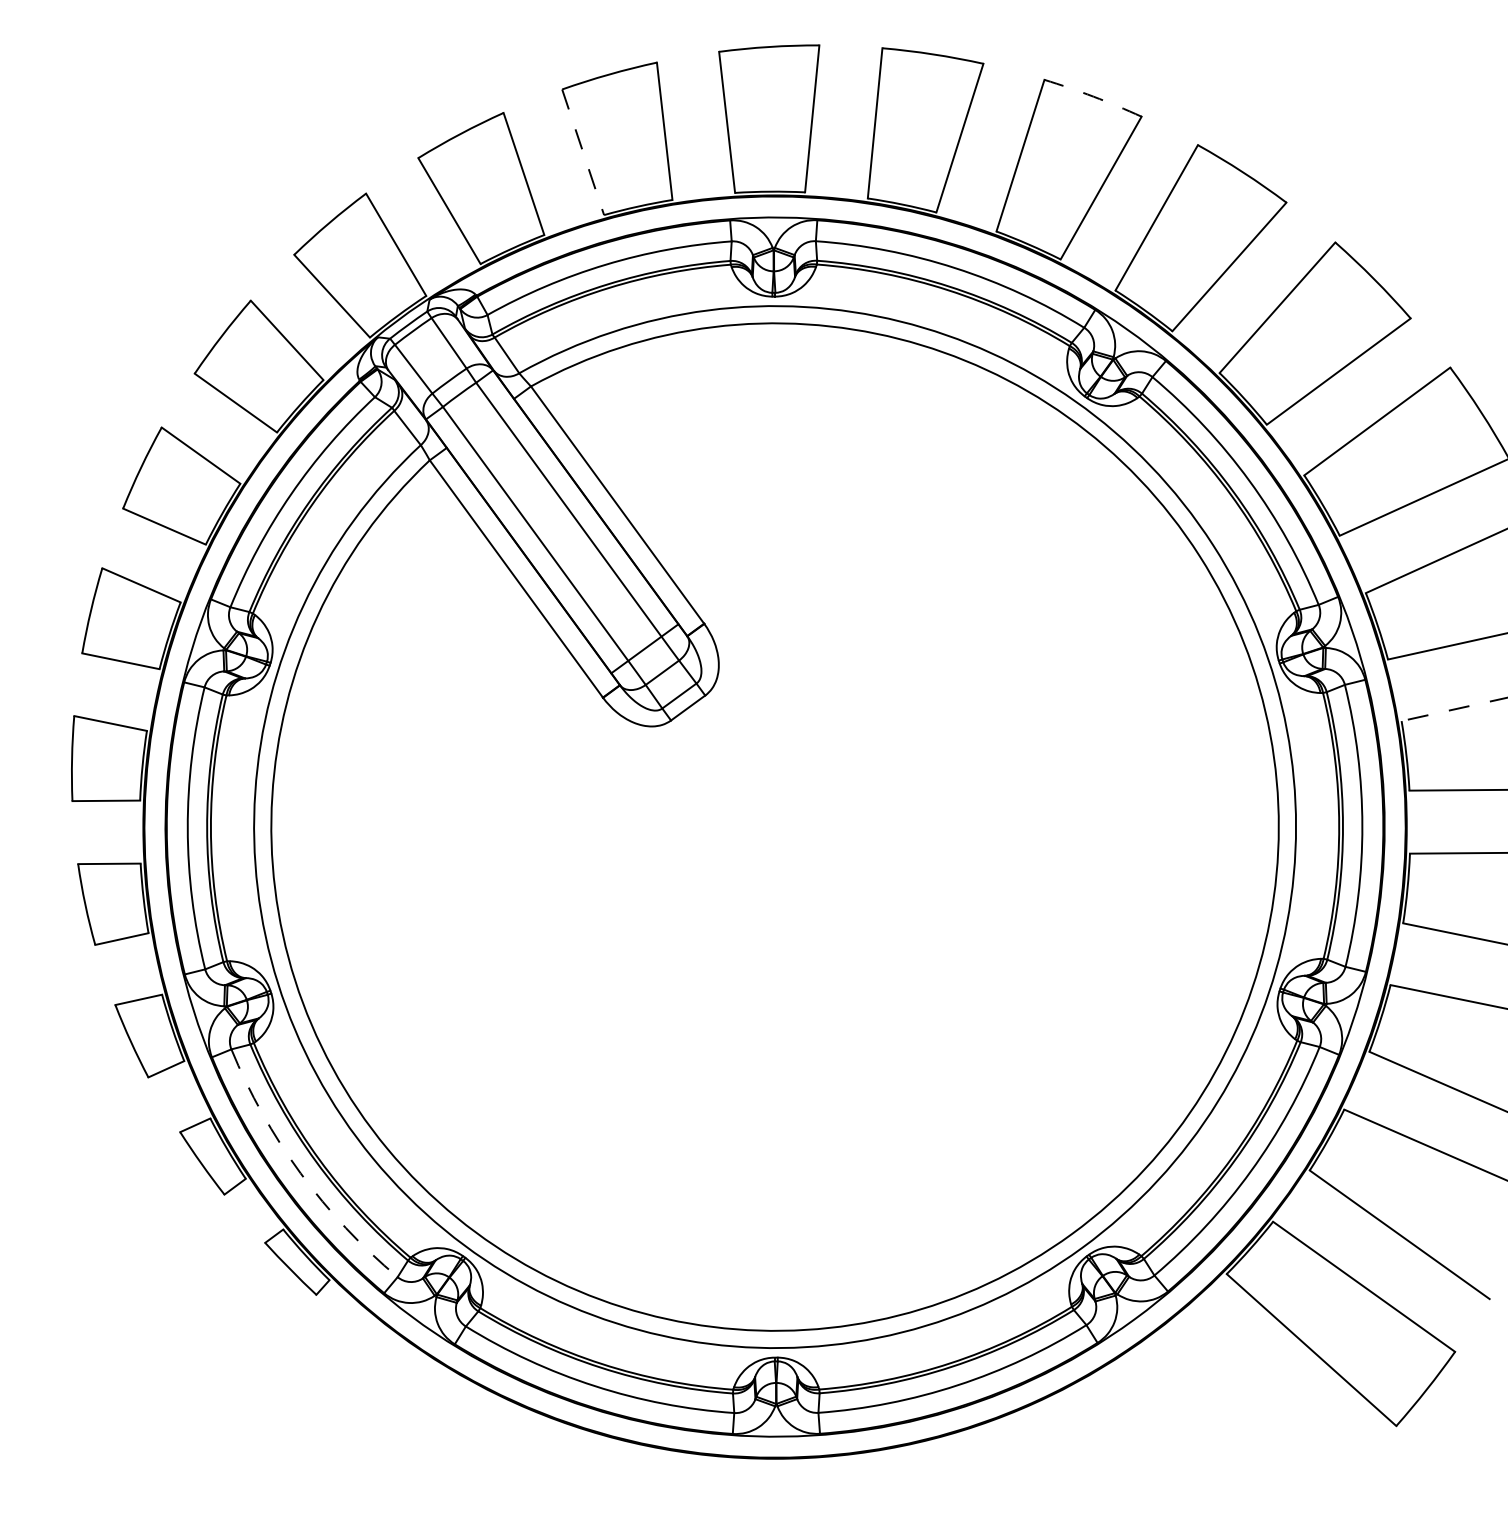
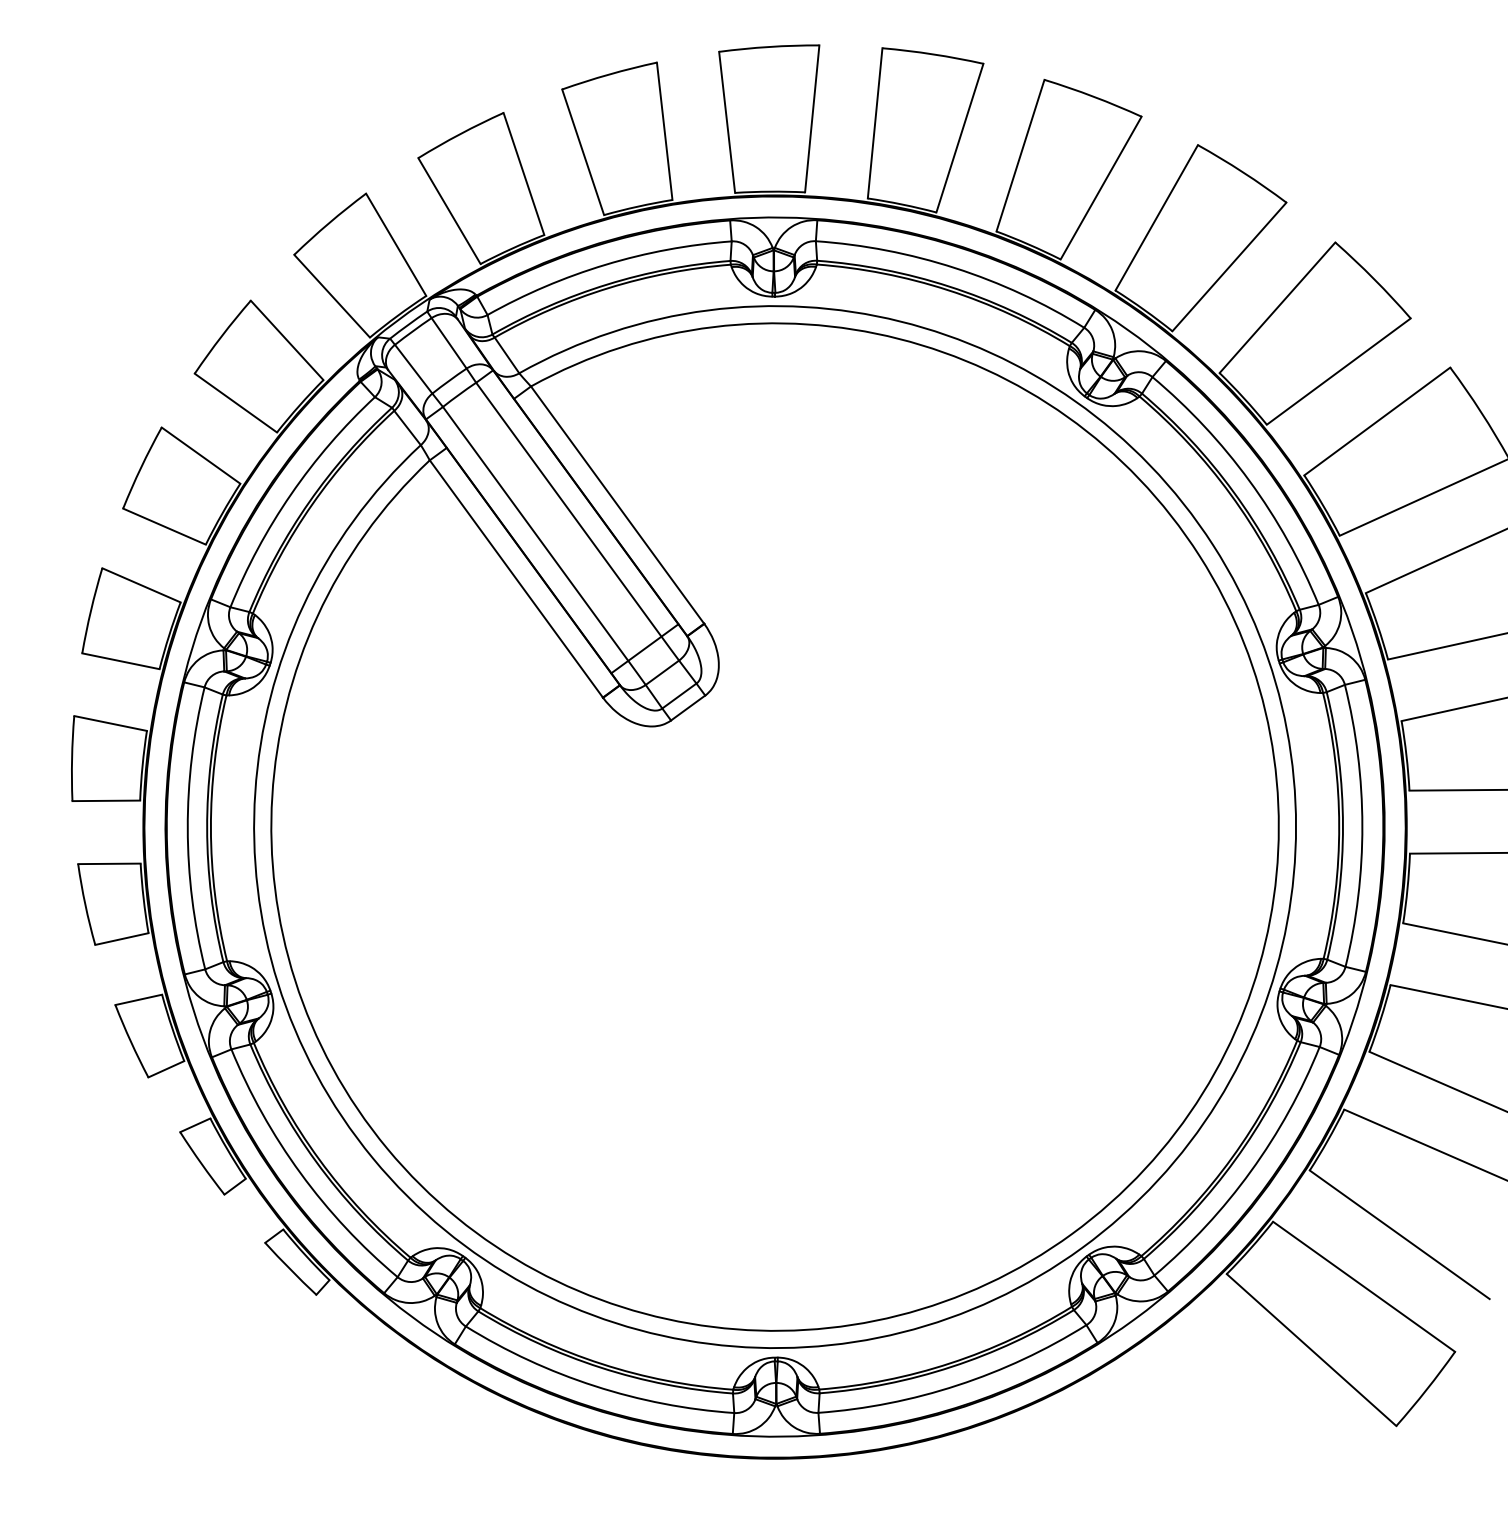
arc at (1093, 96): dashed -> solid
line at (583, 152): dashed -> solid
line at (1454, 709): dashed -> solid
arc at (300, 1173): dashed -> solid
